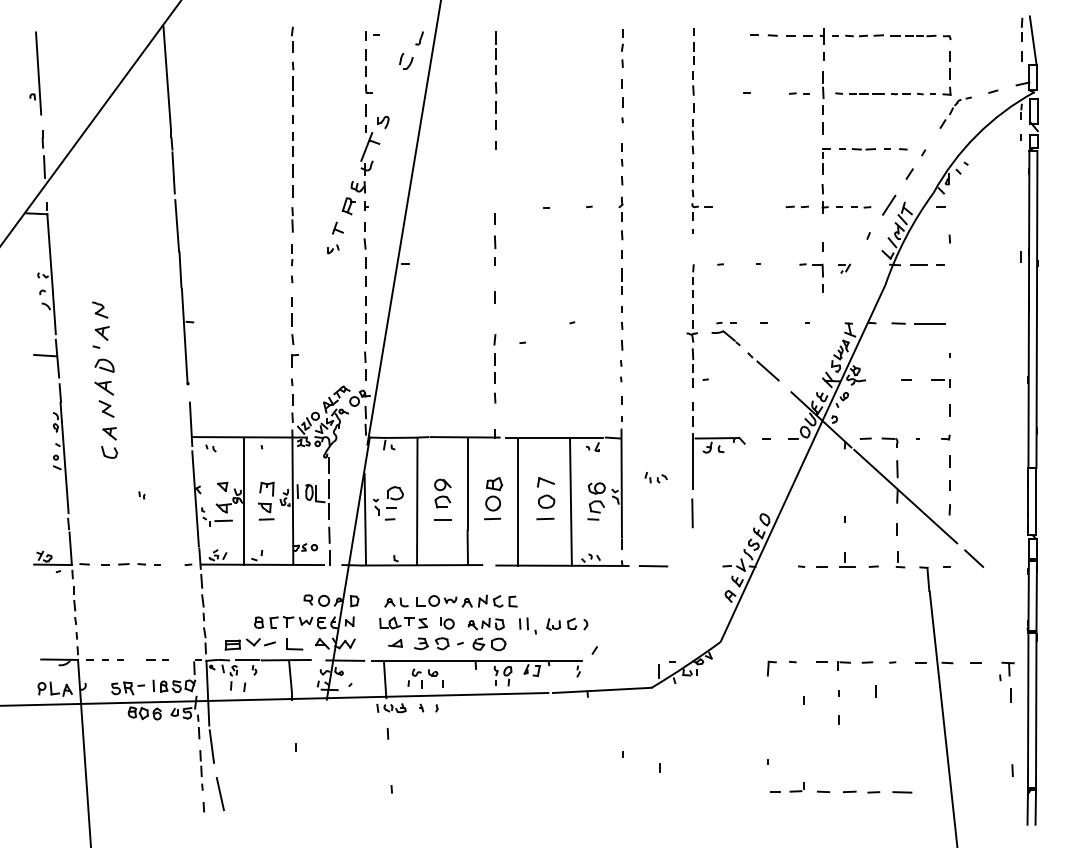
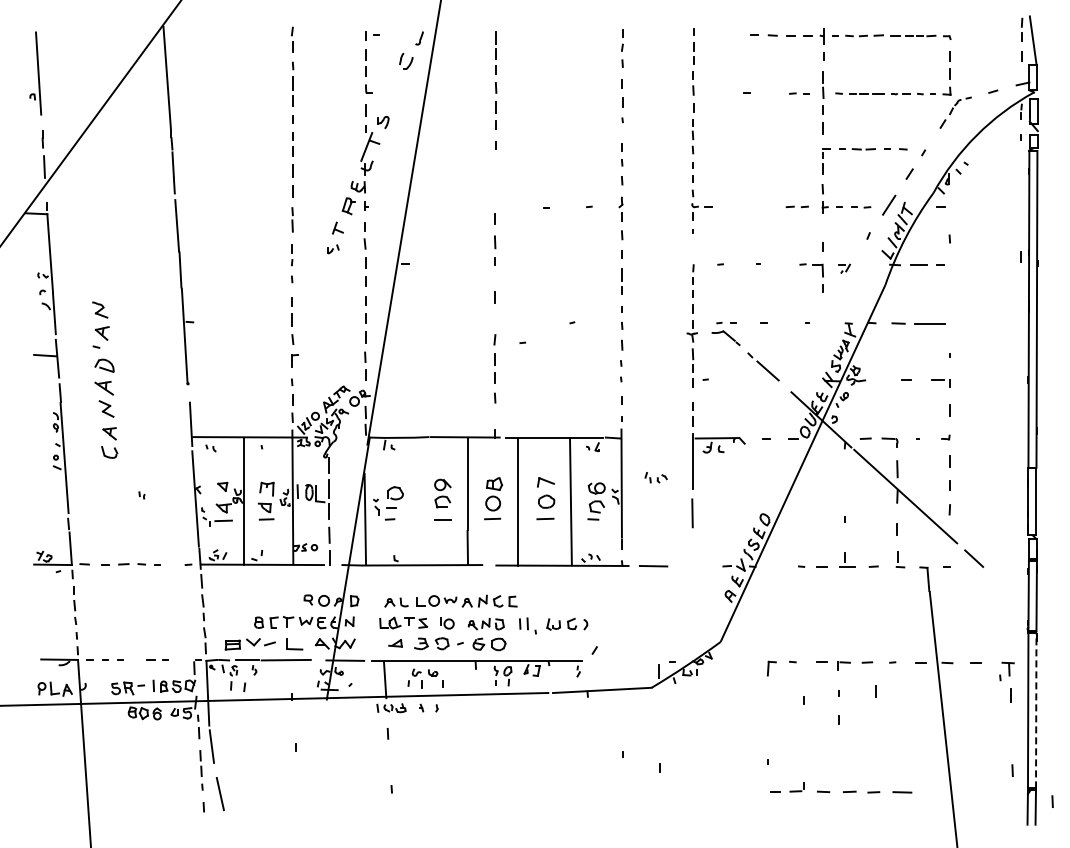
line at (417, 501): present -> none
line at (290, 676): present -> none
line at (1036, 710): solid -> dashed
line at (1052, 801): none -> present
